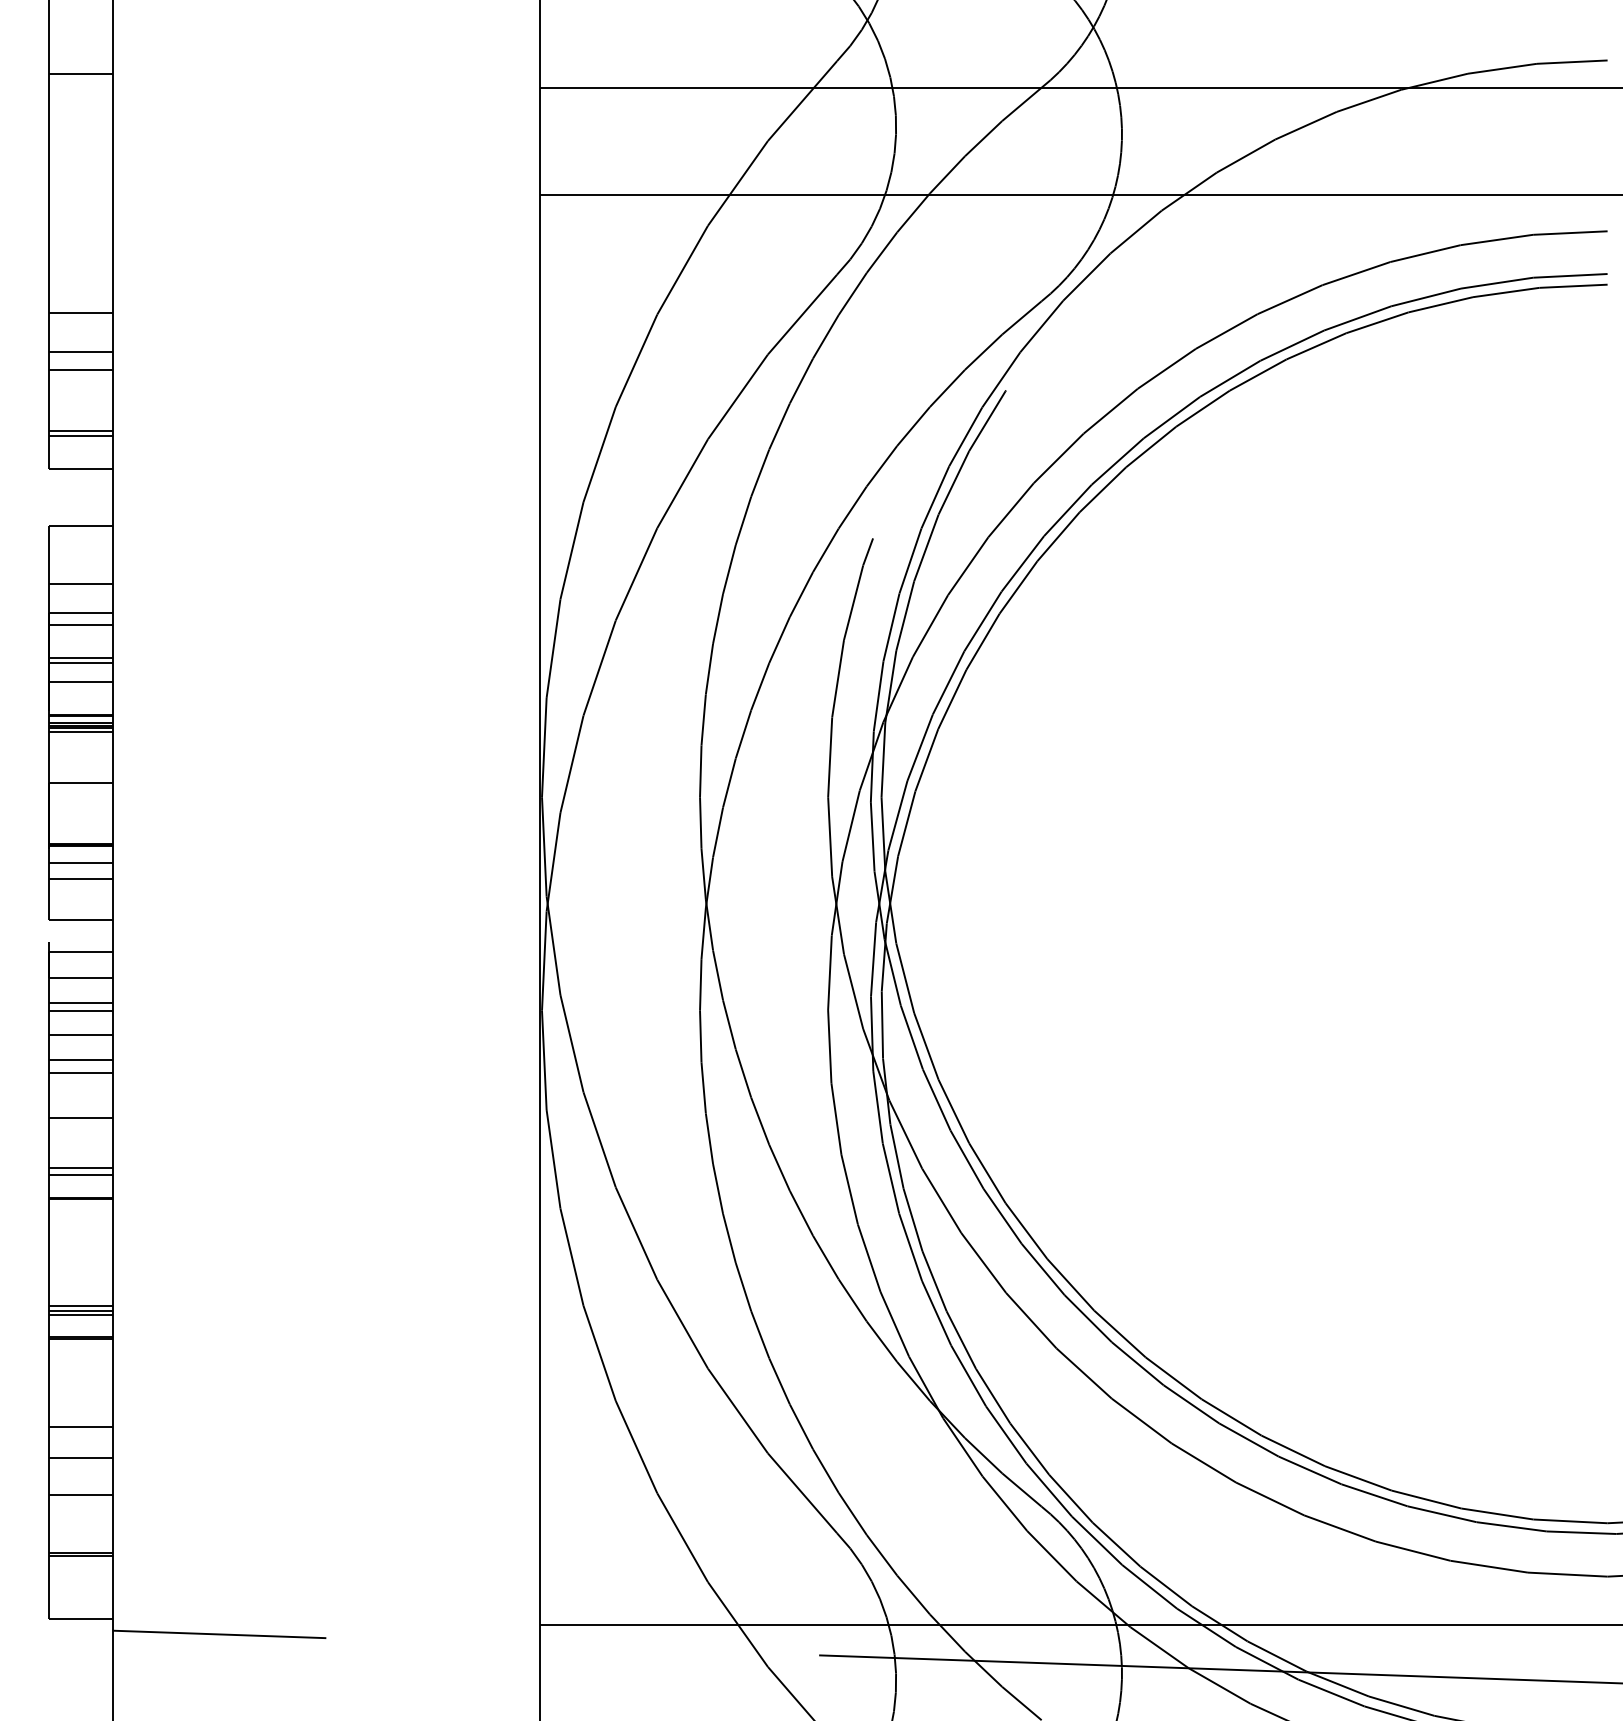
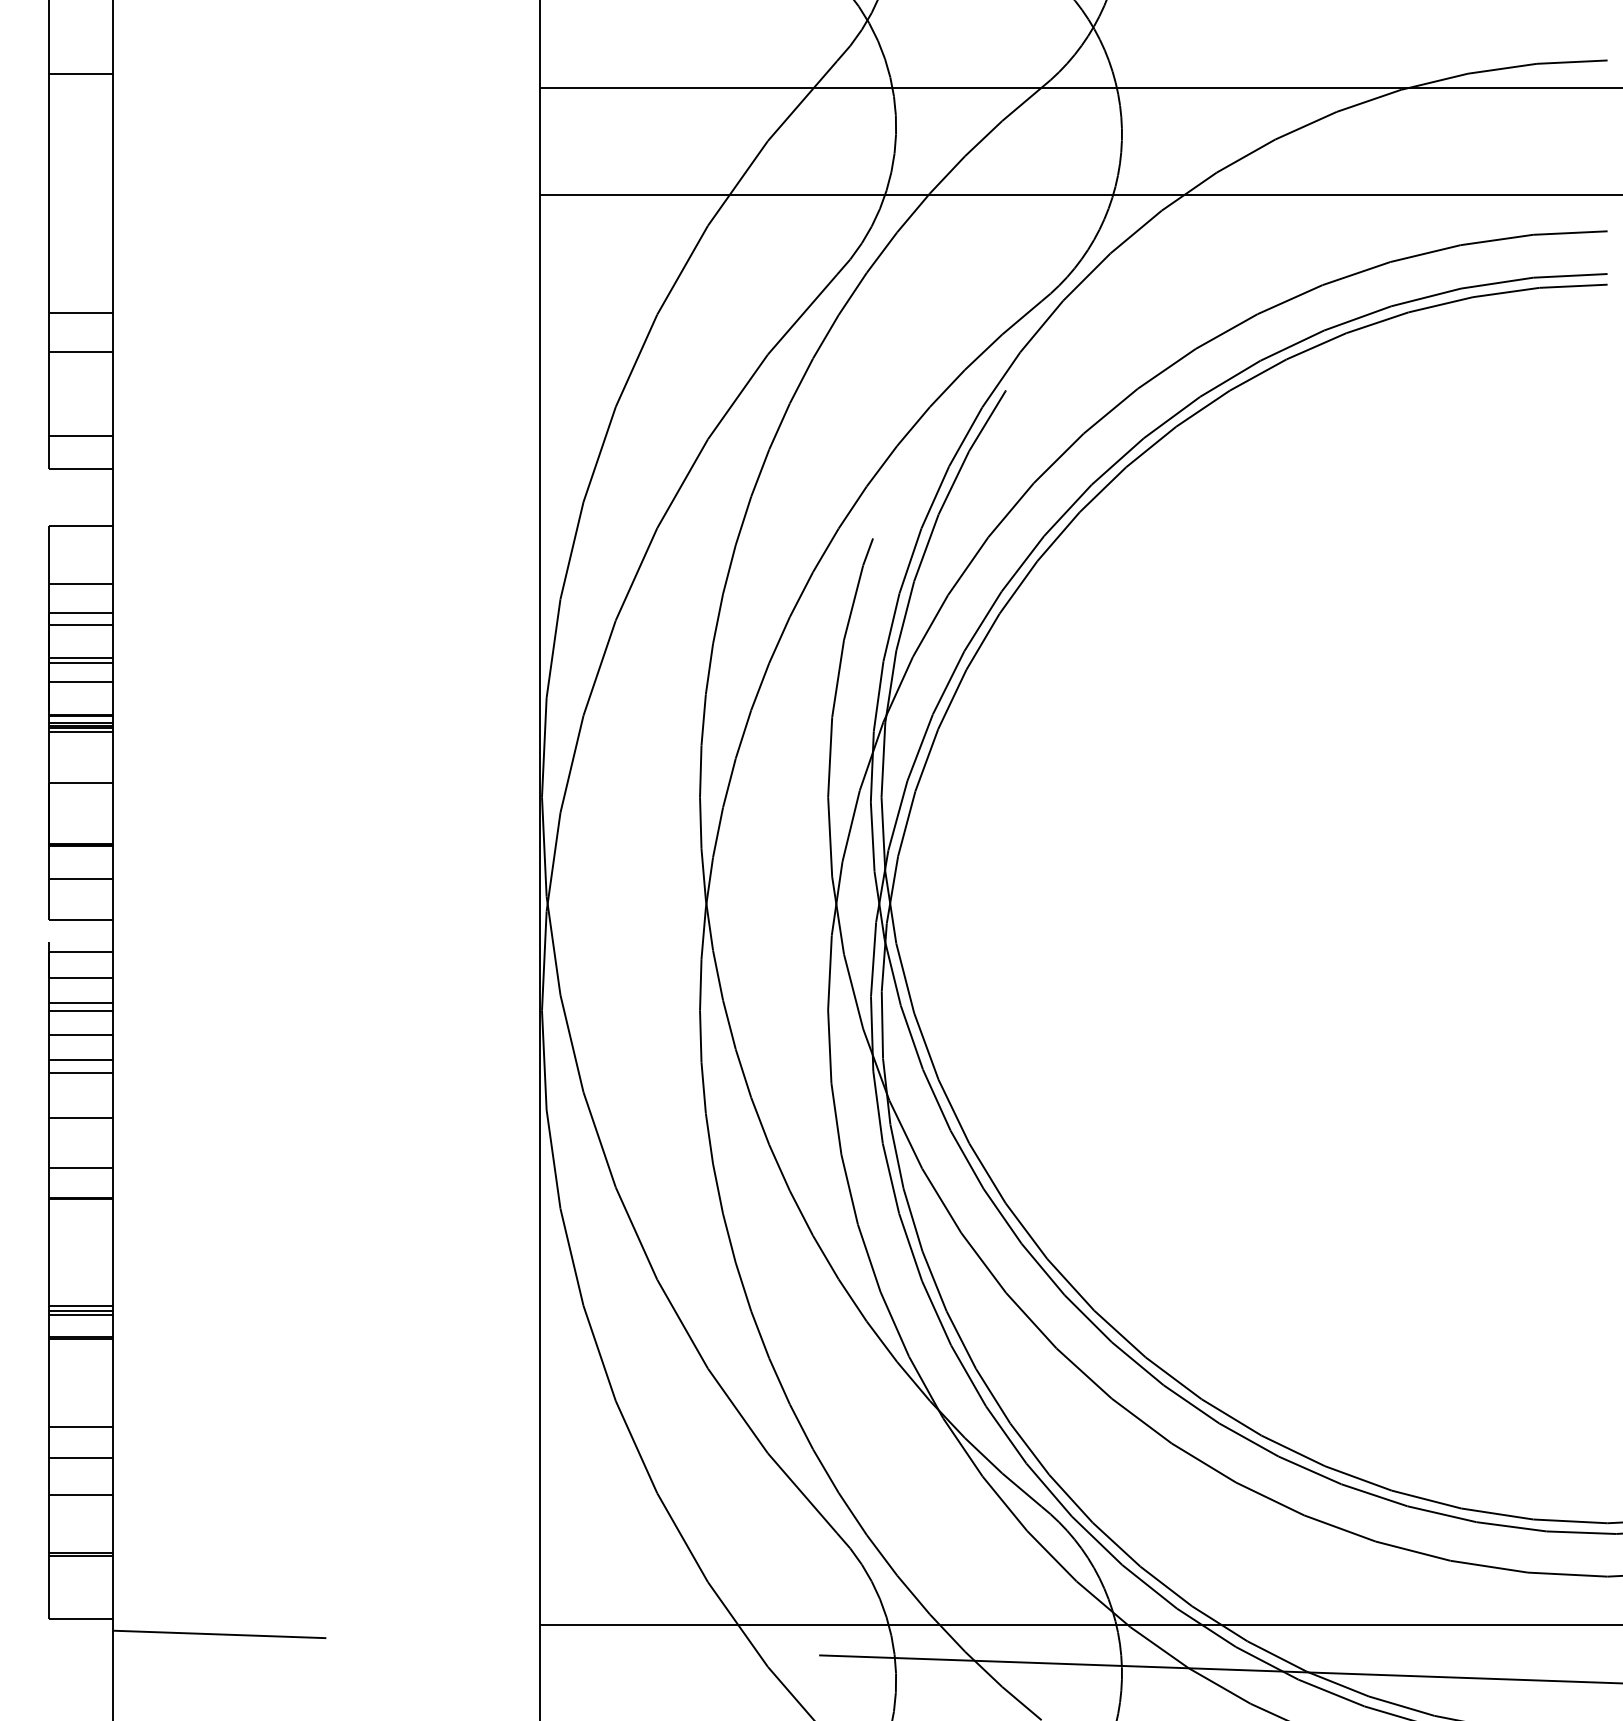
line at (80, 370): present -> none
line at (80, 431): present -> none
line at (80, 862): present -> none
line at (80, 1175): present -> none
